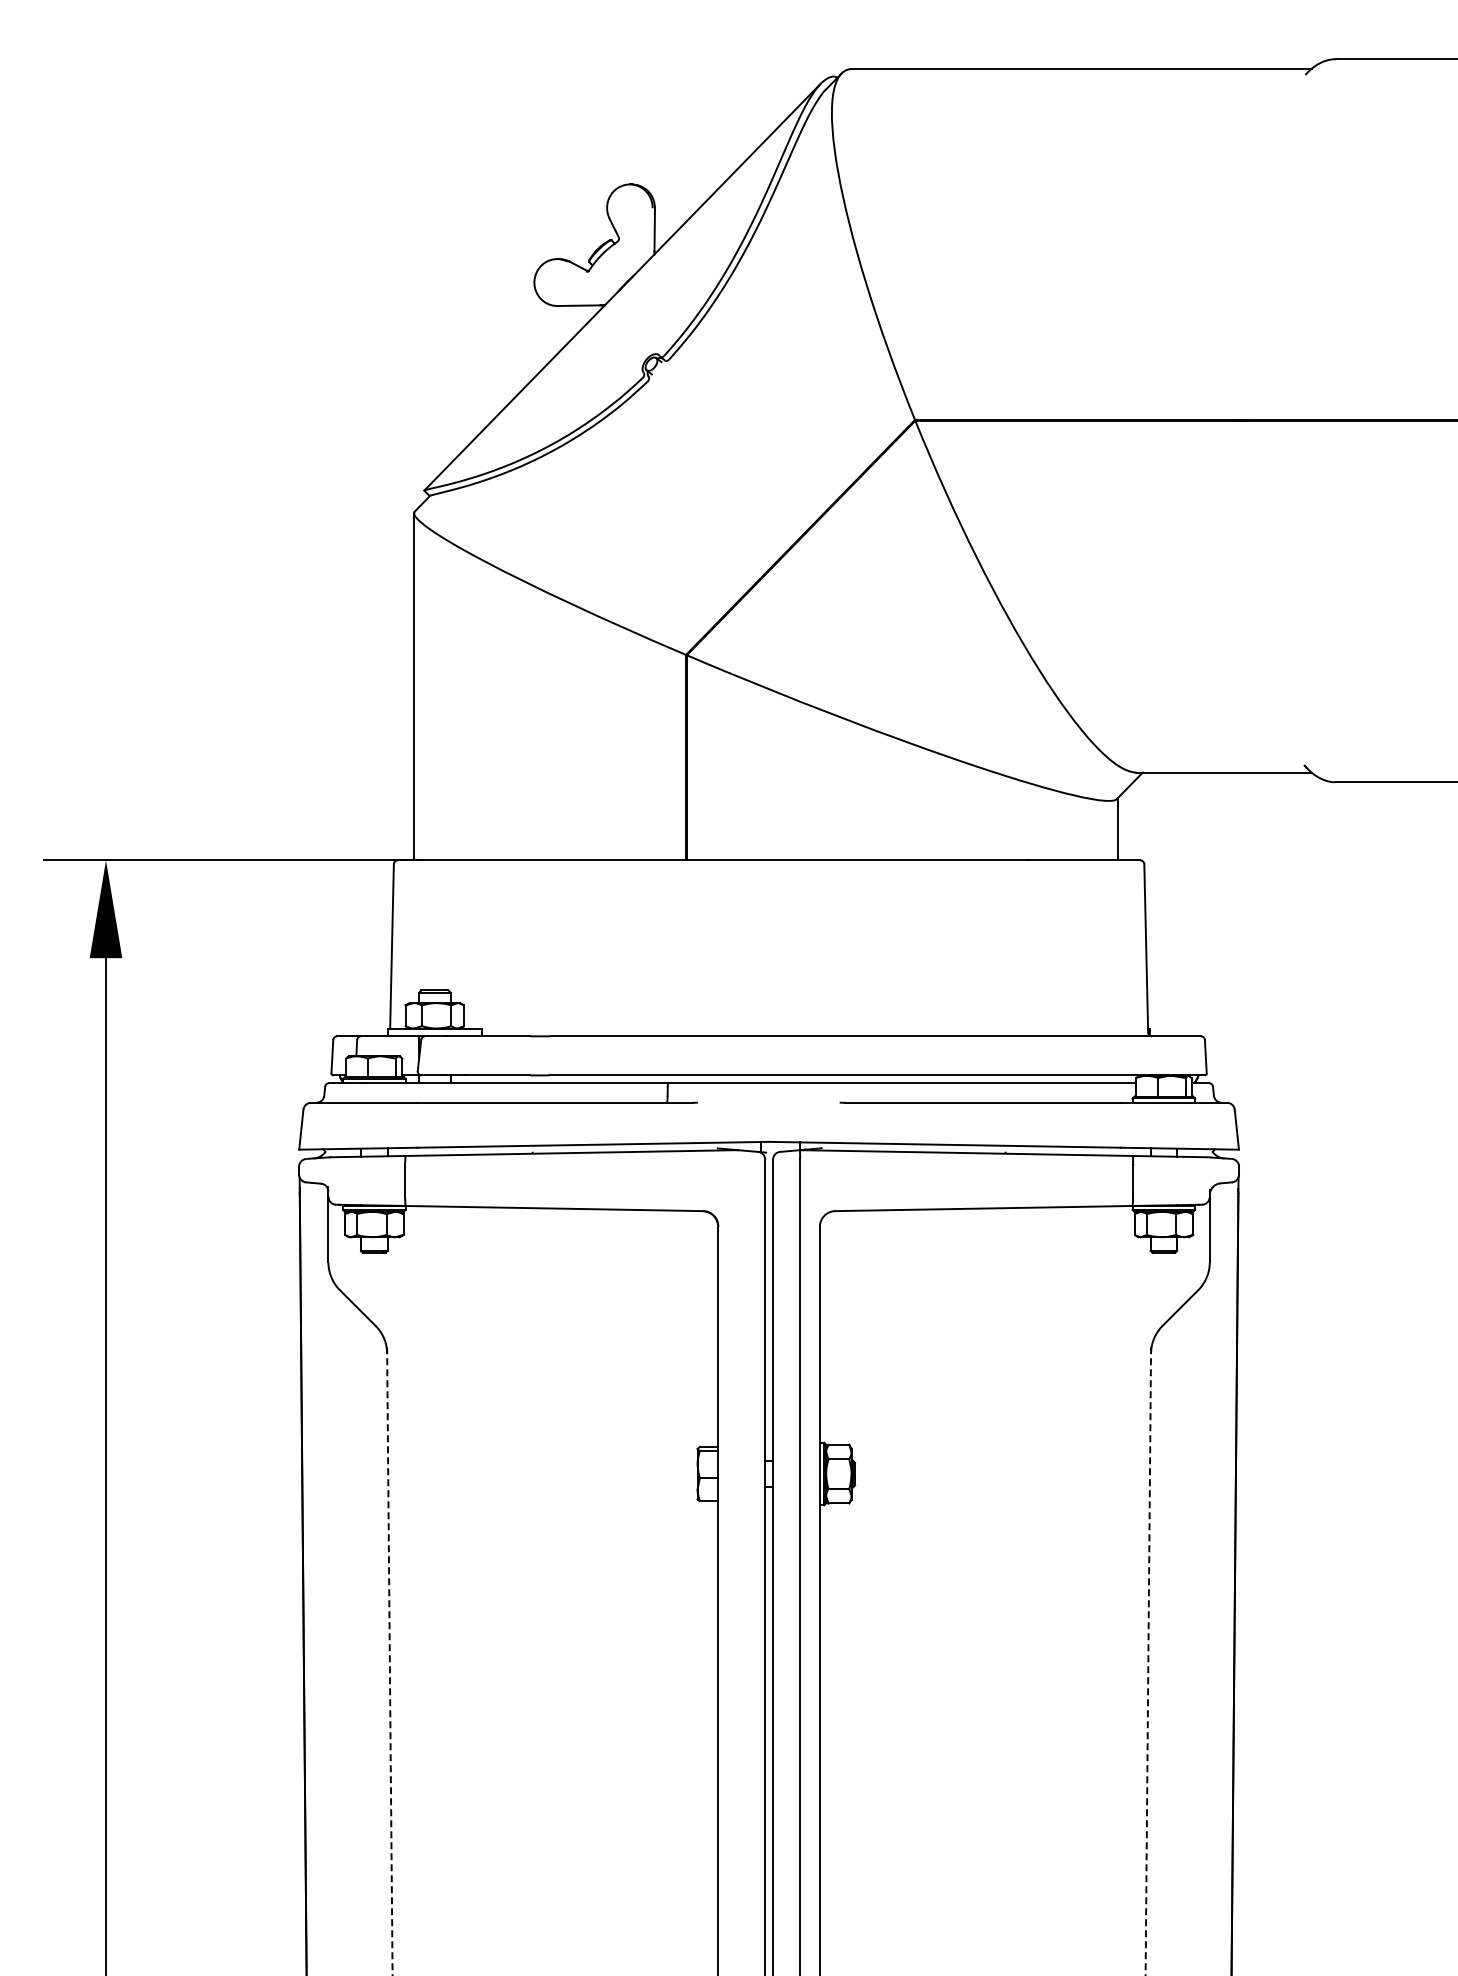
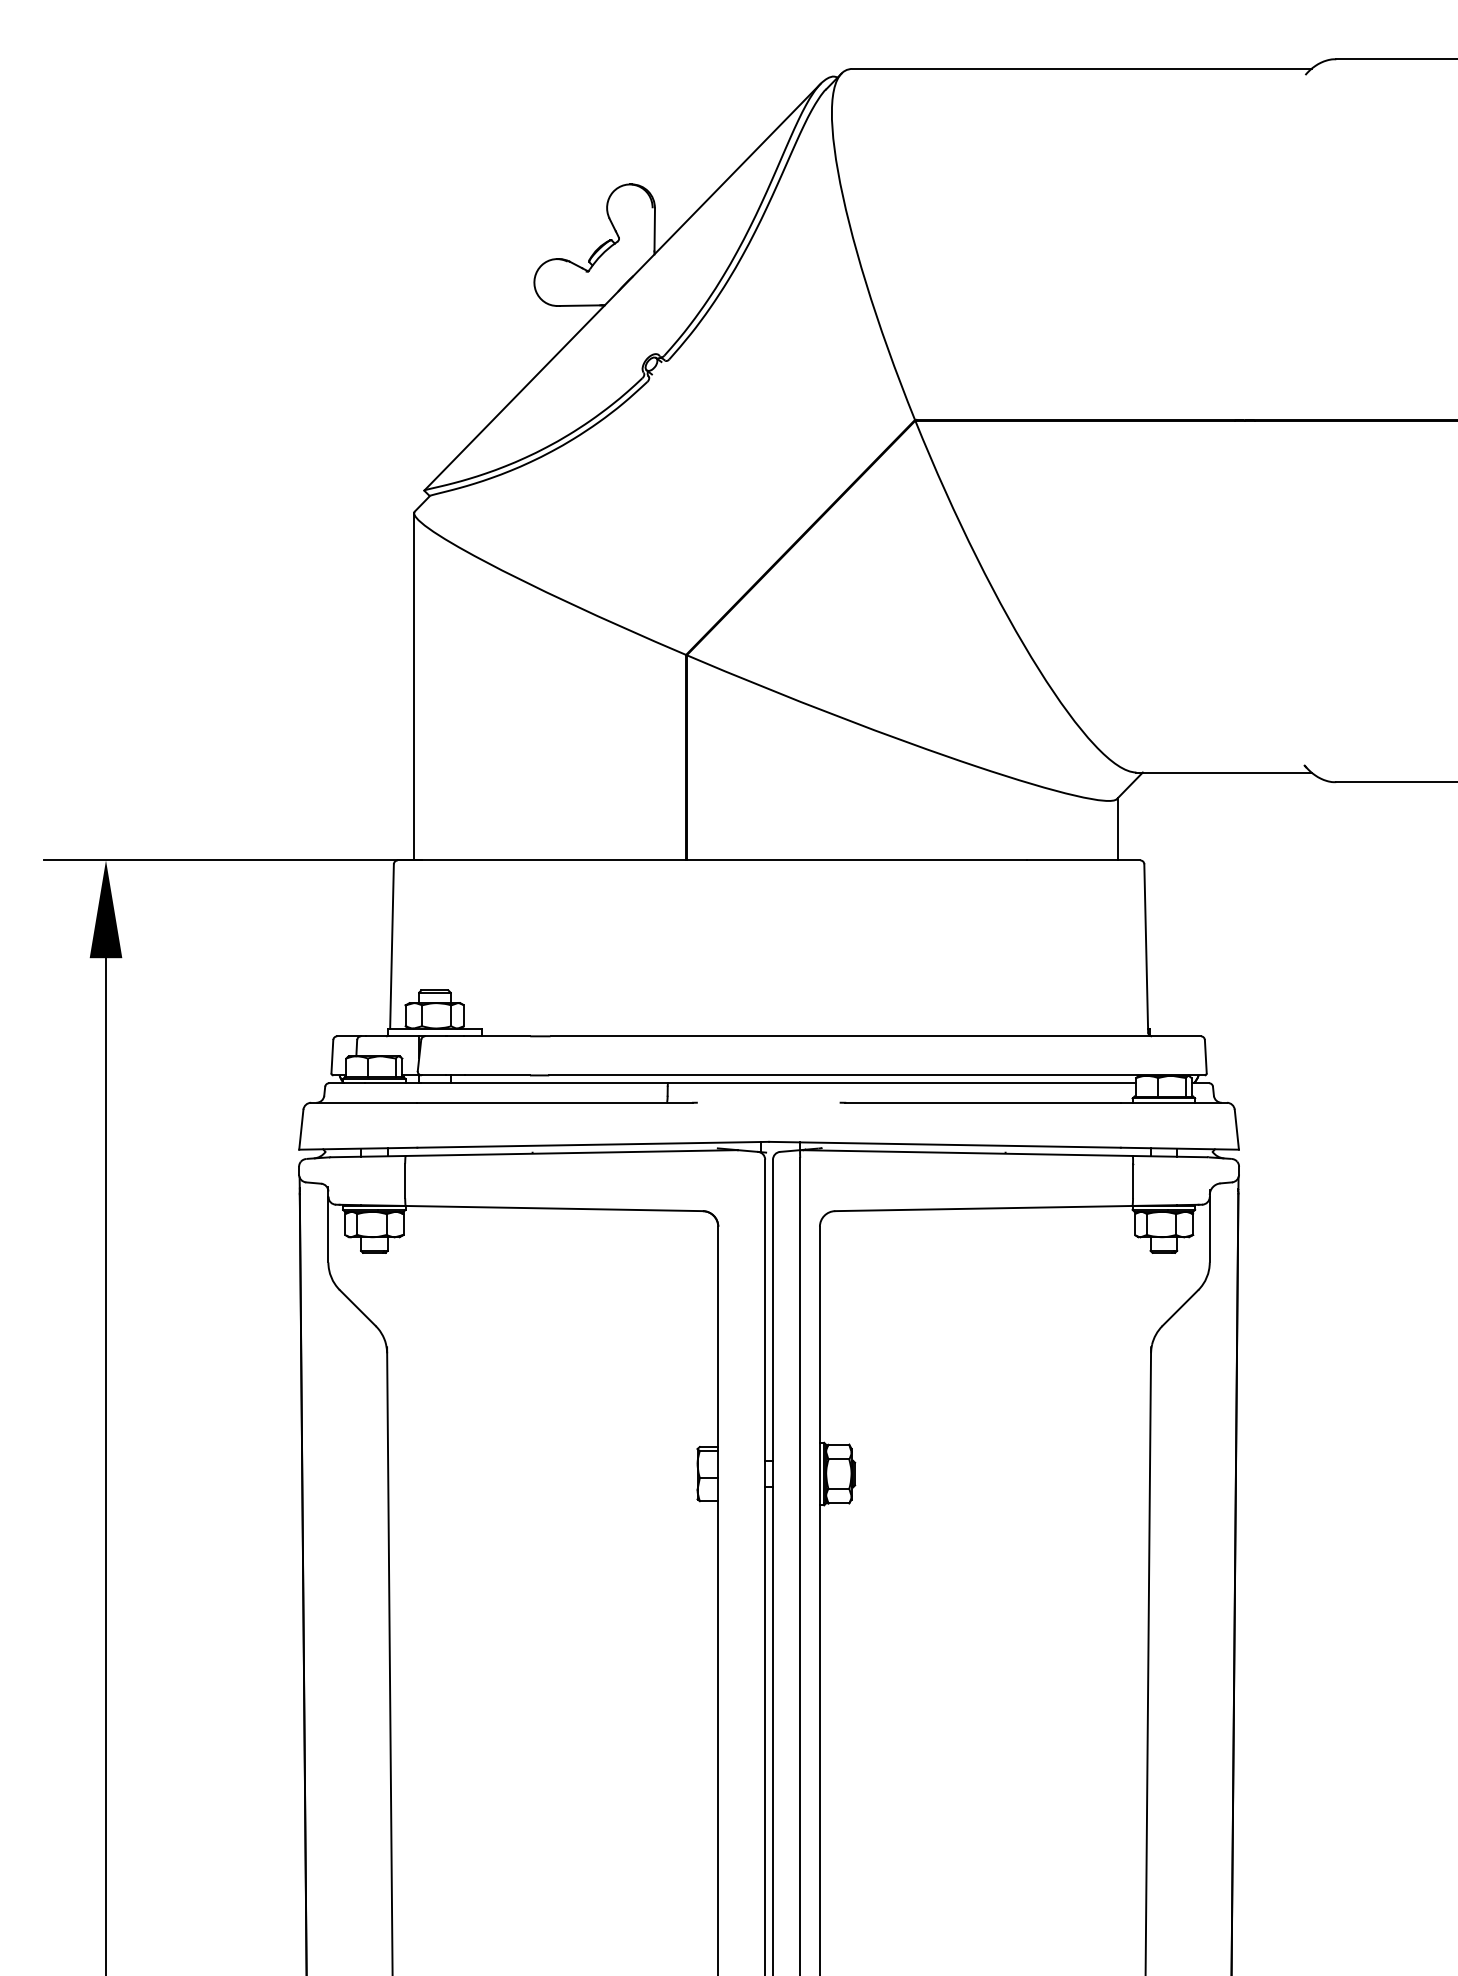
line at (389, 1661): dashed -> solid
line at (1148, 1661): dashed -> solid
